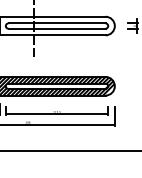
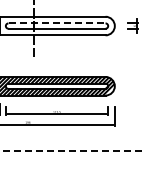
line at (57, 23): solid -> dashed
line at (71, 150): solid -> dashed
